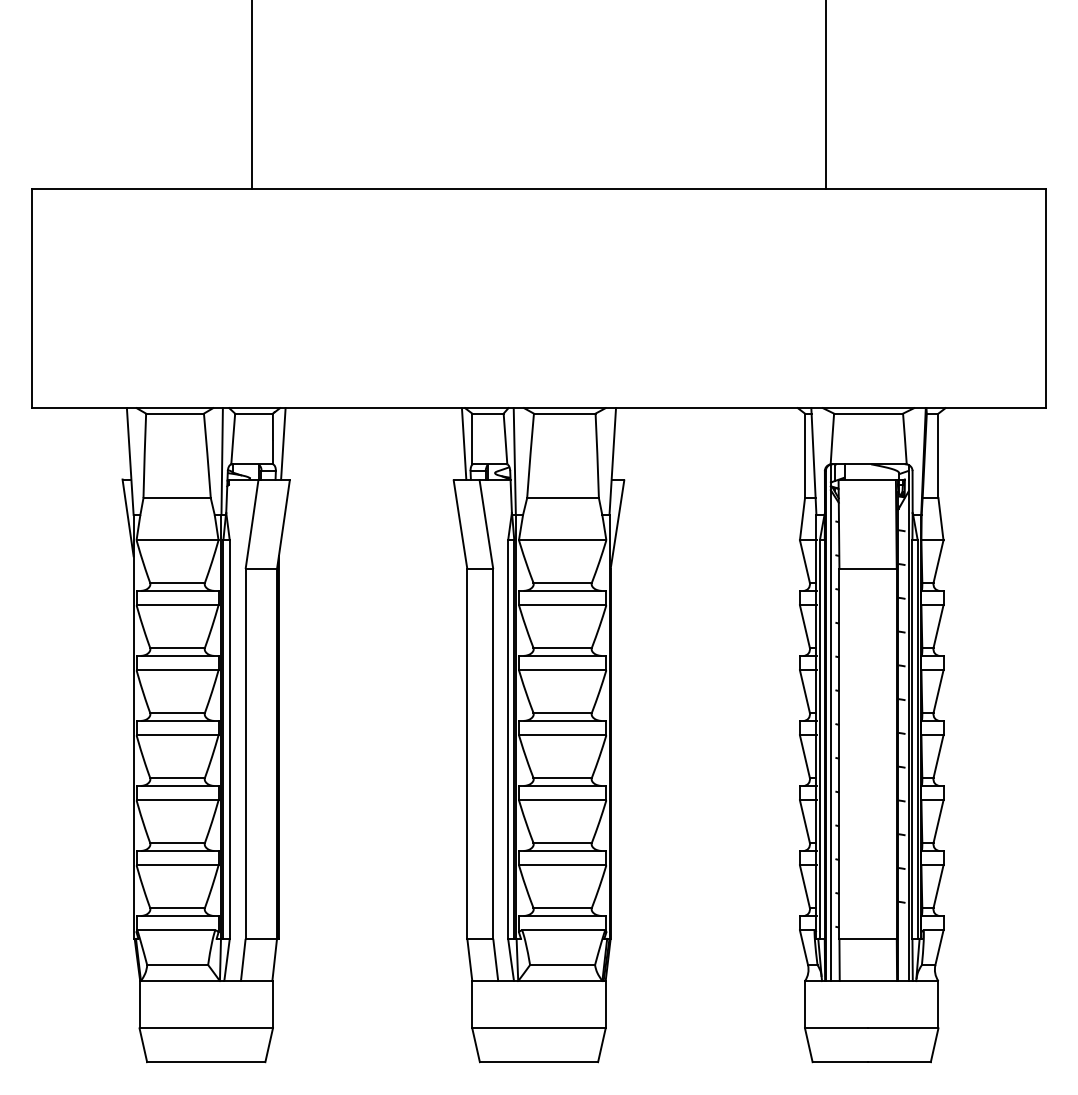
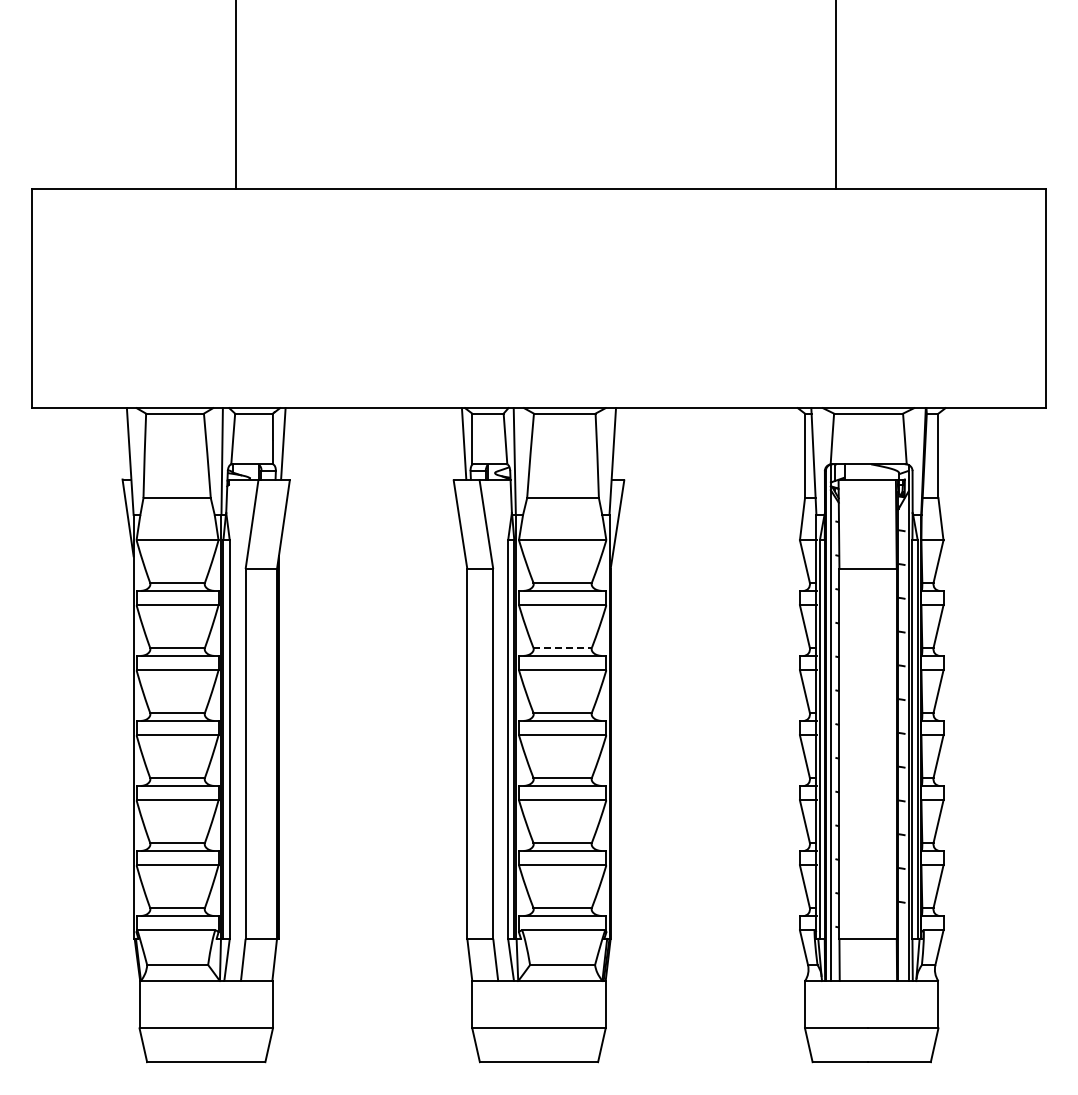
line at (251, 95) position: (251, 95) -> (235, 95)
line at (826, 95) position: (826, 95) -> (836, 95)
line at (563, 647): solid -> dashed
